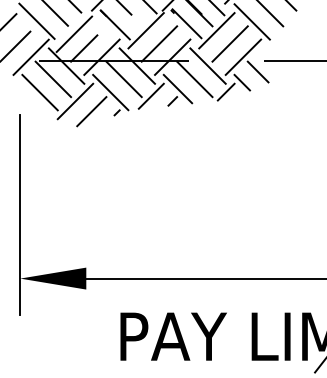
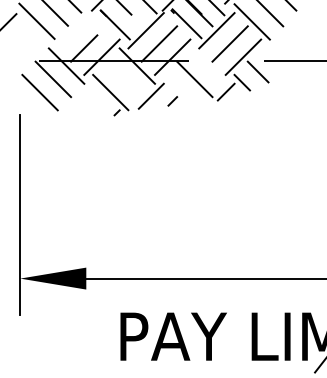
line at (74, 34): present -> none
line at (16, 45): present -> none
line at (30, 56): present -> none
line at (207, 65): present -> none
line at (123, 79): present -> none
line at (177, 88): present -> none
line at (75, 101): present -> none
line at (91, 111): present -> none
